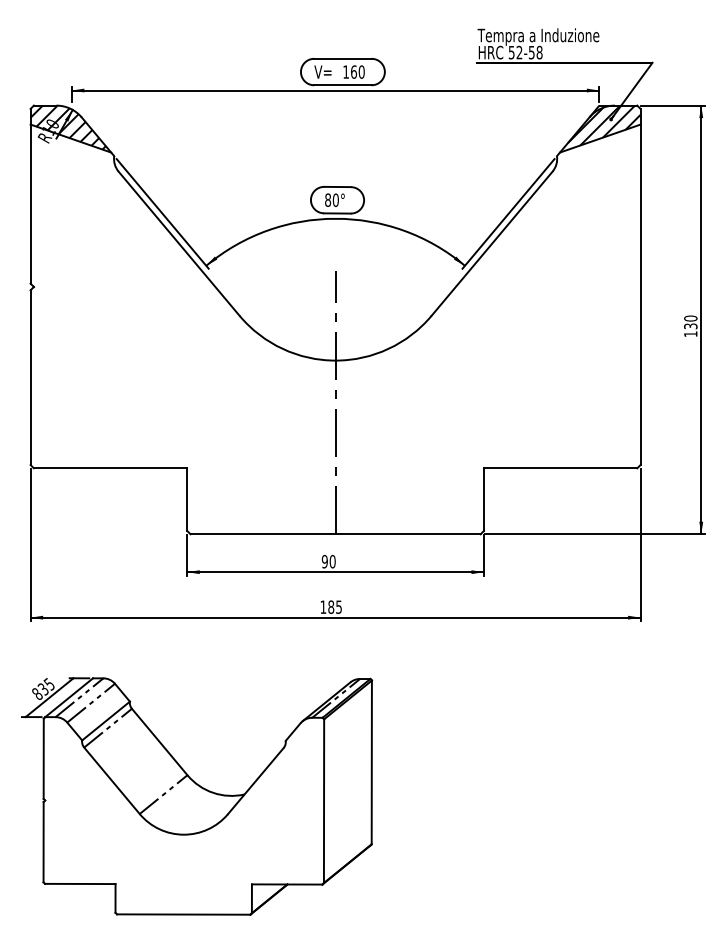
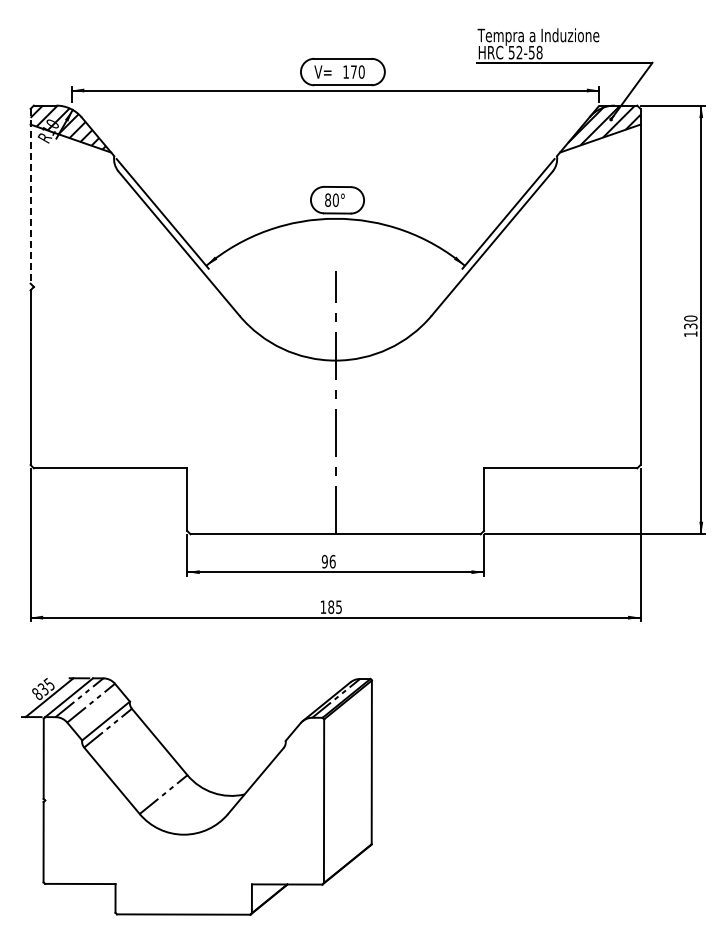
text at (353, 71): 160 -> 170
line at (30, 196): solid -> dashed
text at (332, 561): 90 -> 96
